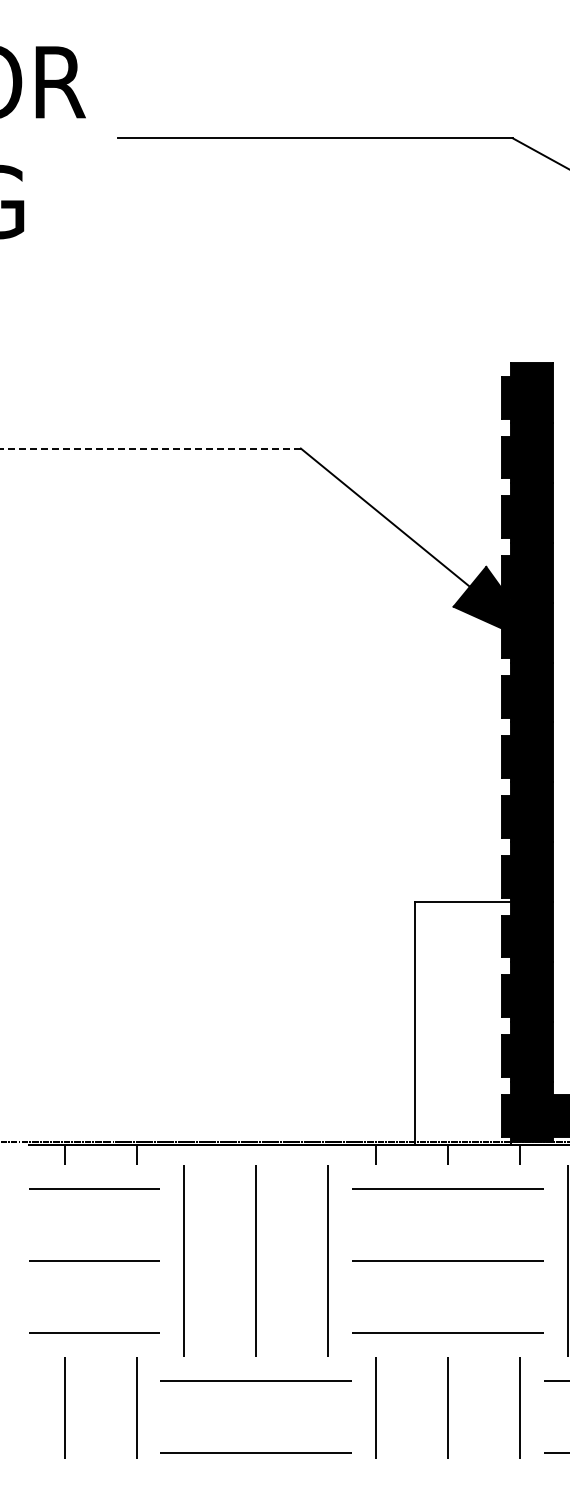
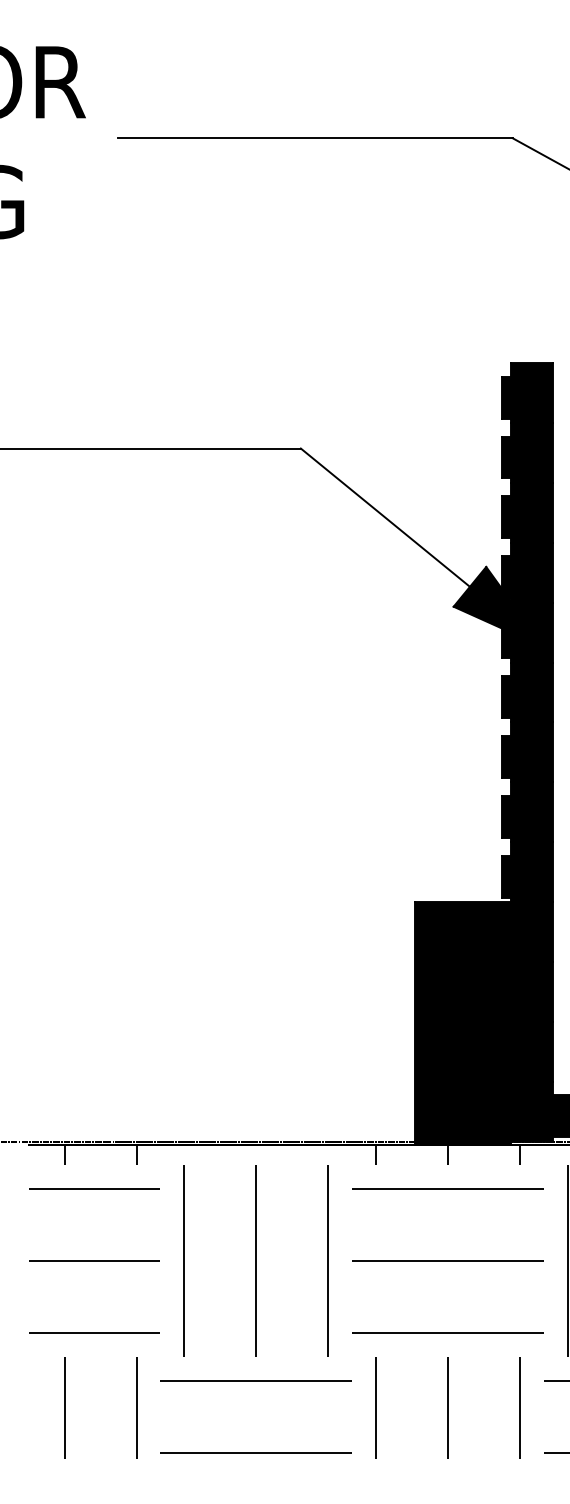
line at (150, 448): dashed -> solid
fill at (463, 1023): none -> present
